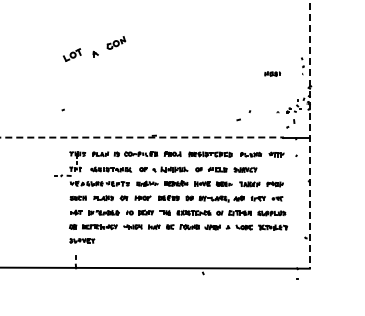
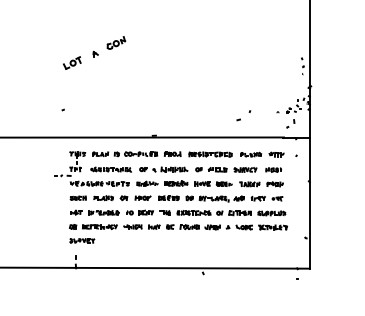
part at (71, 54) position: (71, 54) -> (71, 62)
part at (272, 73) position: (272, 73) -> (273, 169)
line at (309, 134): dashed -> solid
line at (142, 137): dashed -> solid
